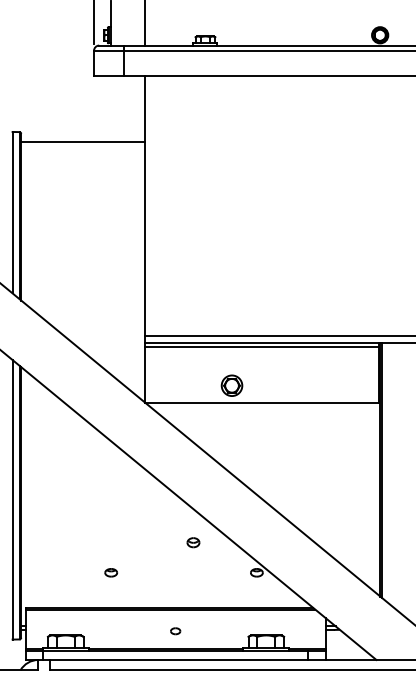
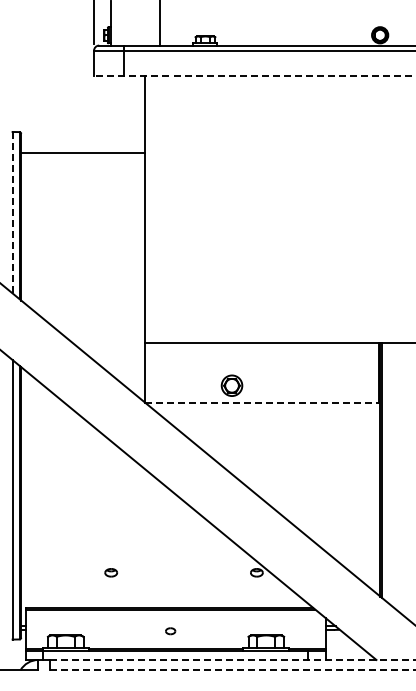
line at (145, 23) position: (145, 23) -> (160, 23)
line at (254, 75): solid -> dashed
line at (83, 141) position: (83, 141) -> (83, 152)
line at (12, 212): solid -> dashed
line at (278, 336): present -> none
line at (261, 347): present -> none
line at (262, 402): solid -> dashed
part at (193, 542): present -> none
part at (175, 631) position: (175, 631) -> (170, 631)
line at (233, 659): solid -> dashed
line at (233, 670): solid -> dashed
